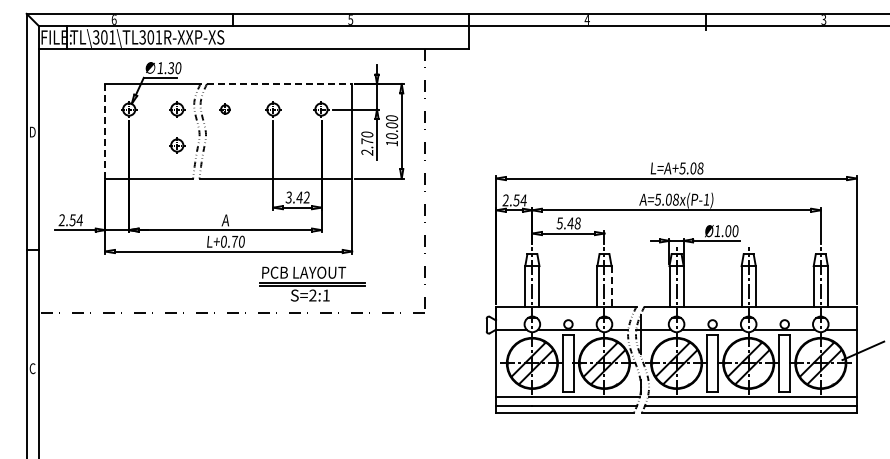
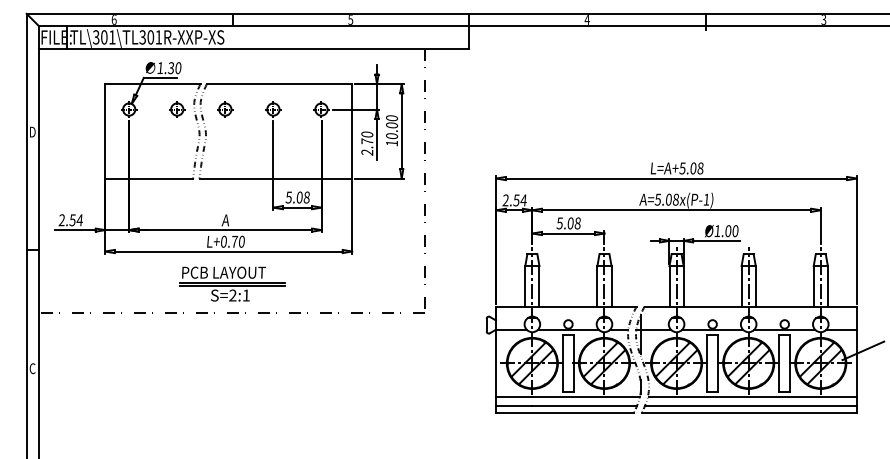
line at (279, 83): dashed -> solid
part at (224, 108) size: 12x12 px -> 17x17 px
line at (105, 131): dashed -> solid
part at (177, 145): present -> none
text at (297, 197): 3.42 -> 5.08
text at (570, 223): 5.48 -> 5.08
part at (312, 283) position: (312, 283) -> (232, 283)
line at (611, 286): dashed -> solid
